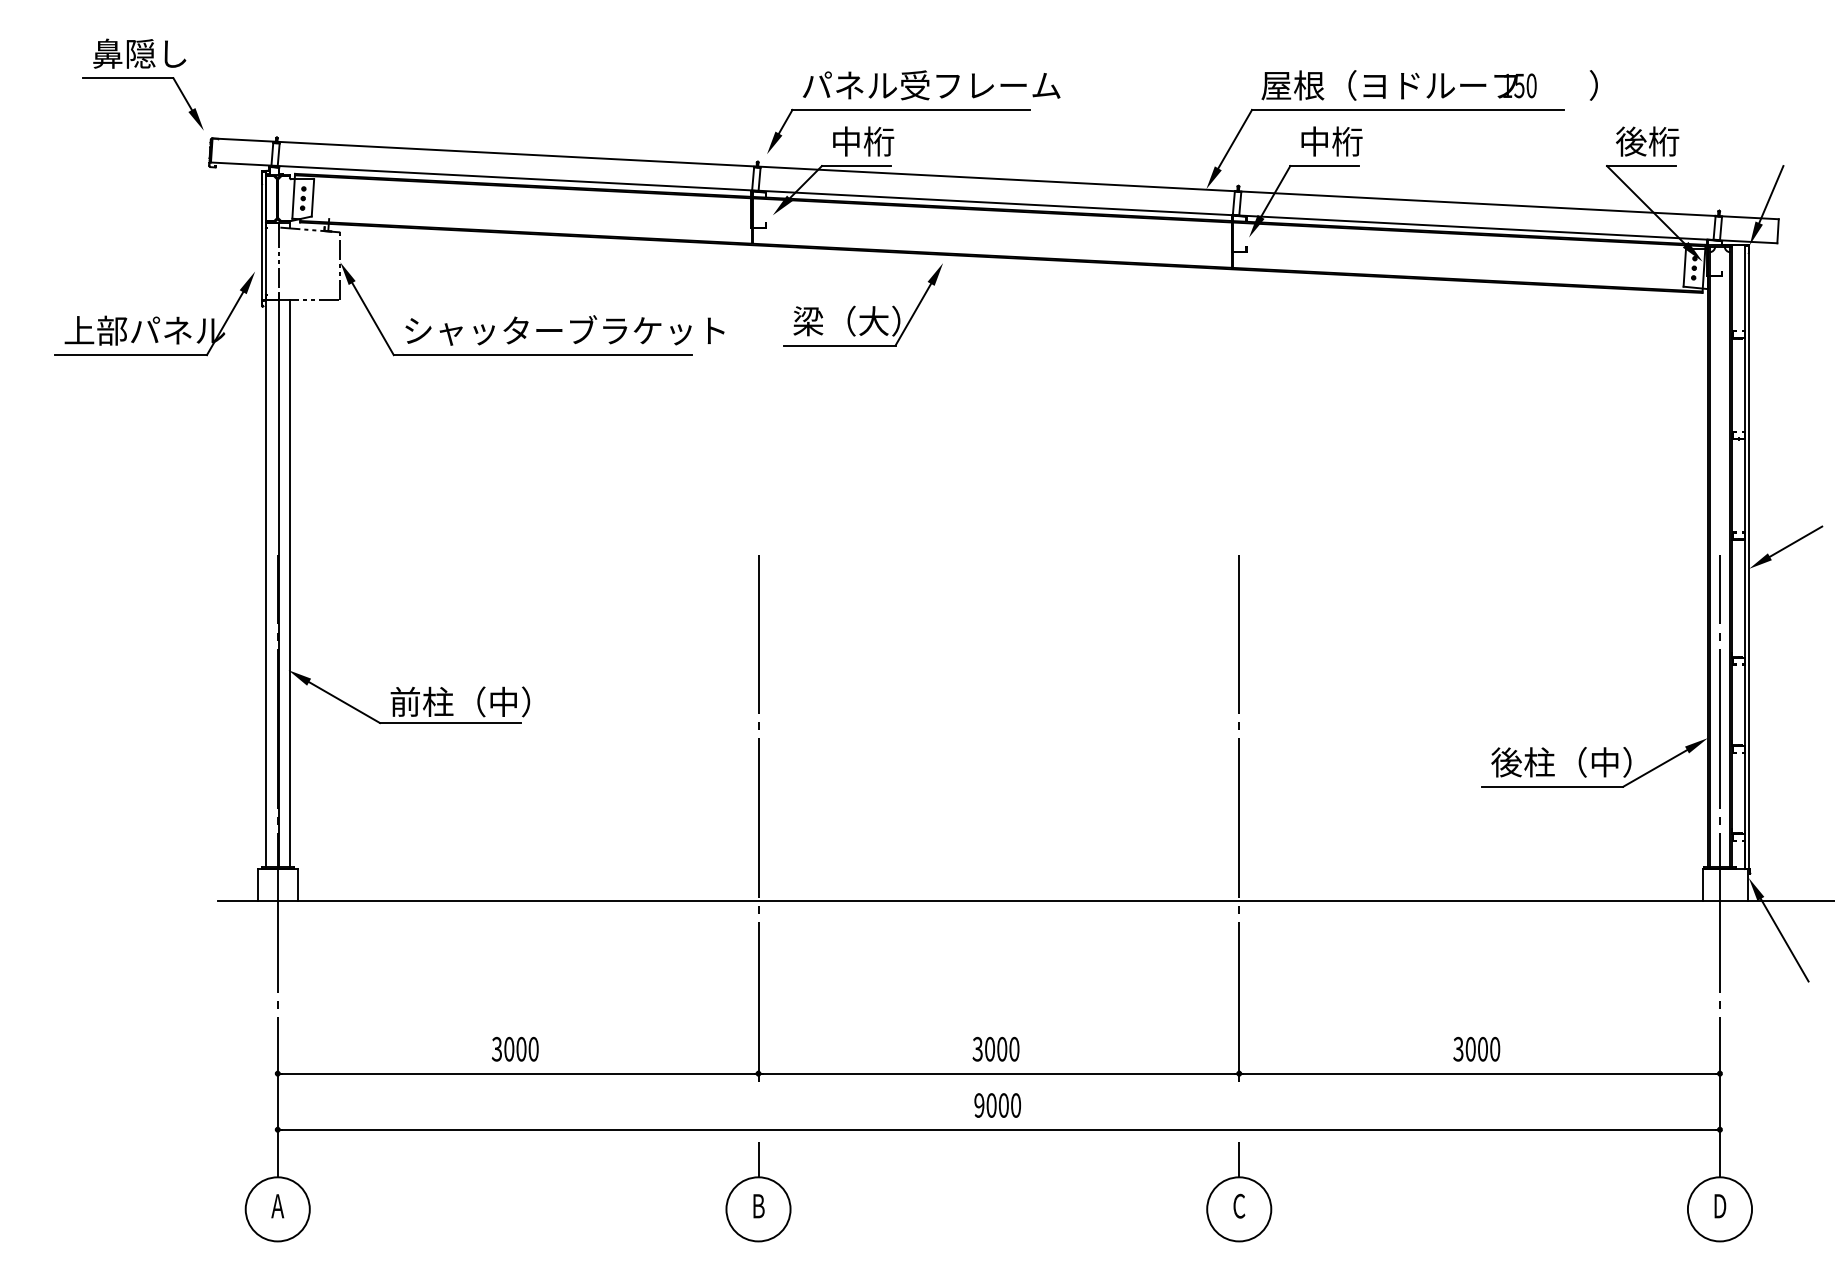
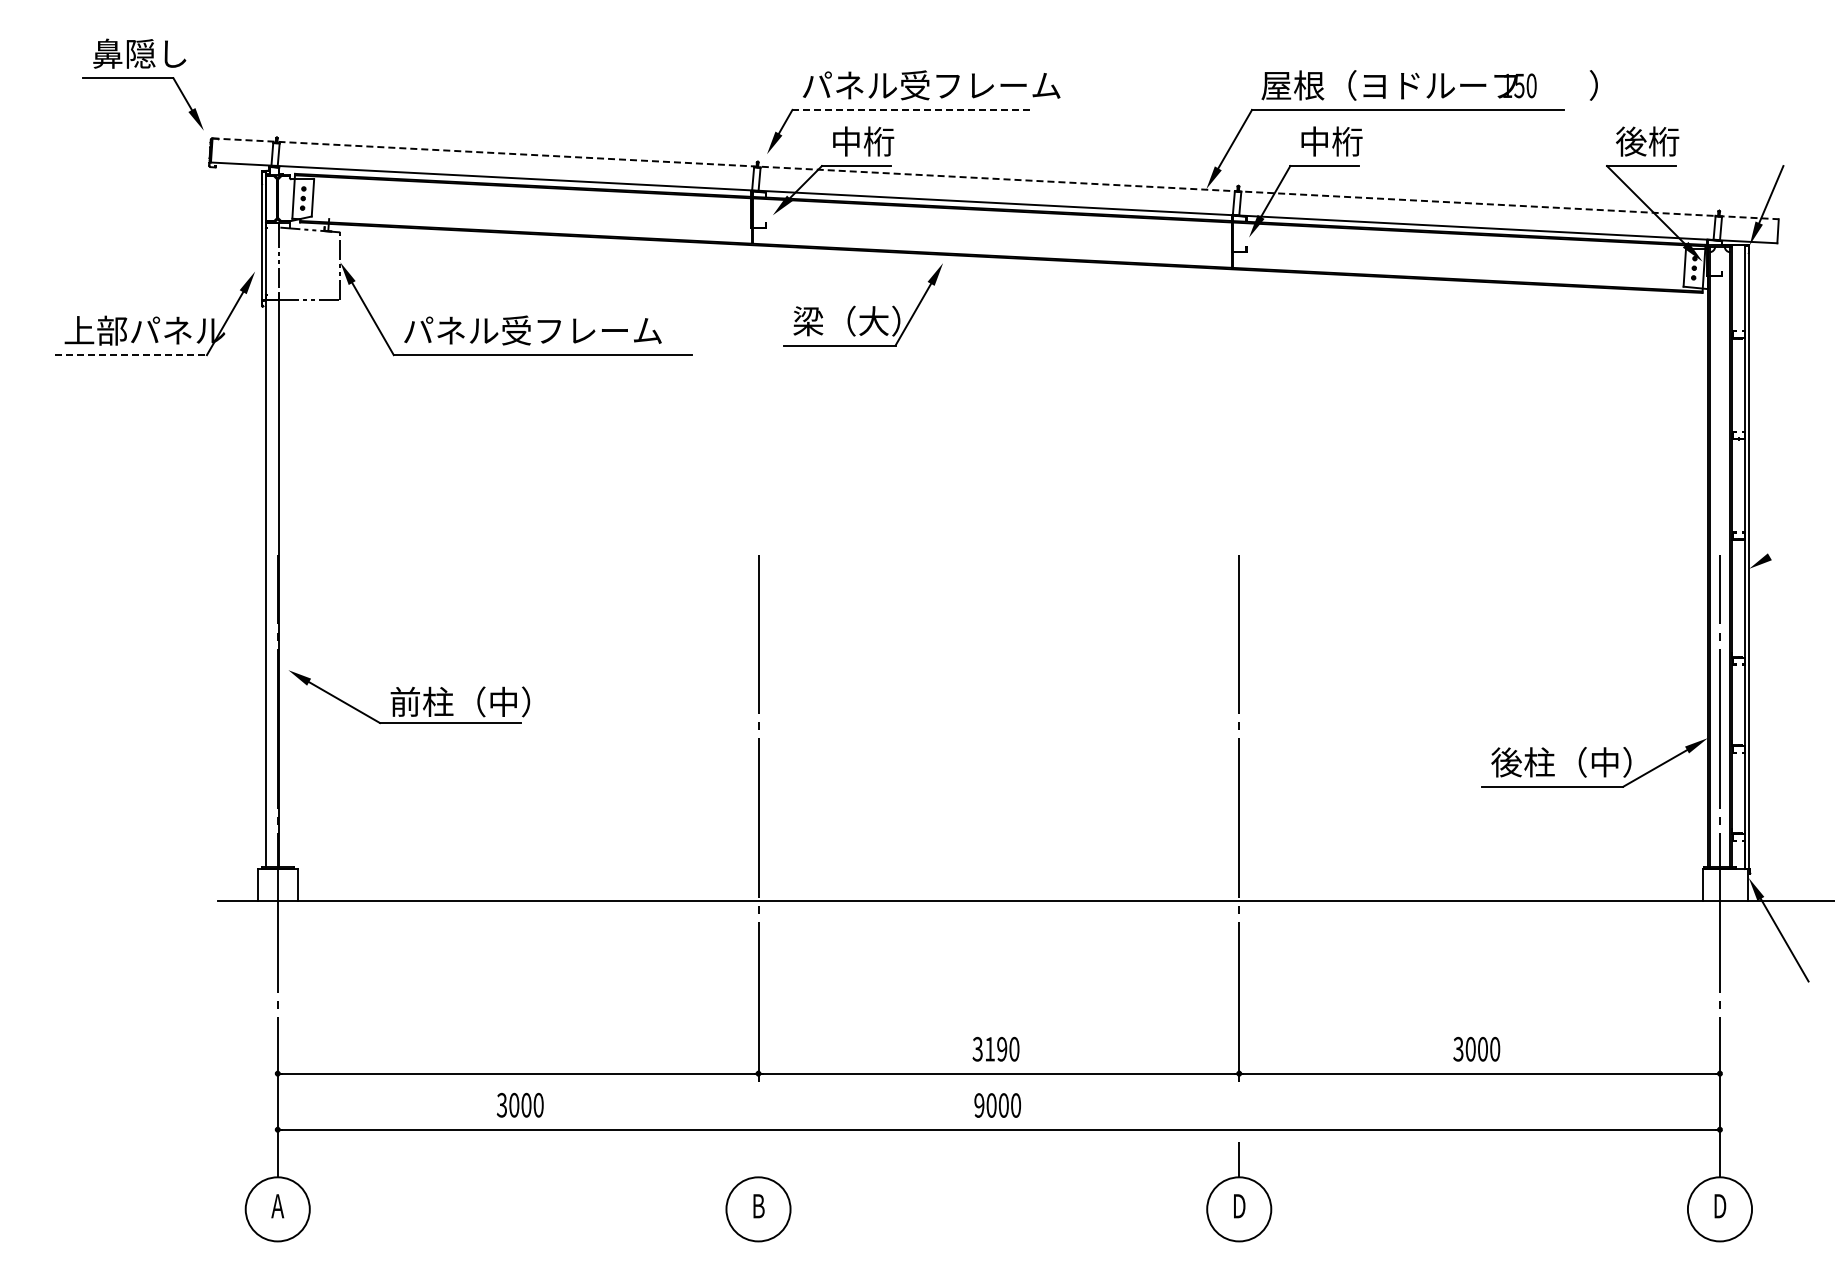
line at (911, 109): solid -> dashed
line at (996, 178): solid -> dashed
text at (564, 330): シャッターブラケット -> パネル受フレーム
line at (131, 355): solid -> dashed
line at (1795, 541): present -> none
line at (289, 583): present -> none
text at (514, 1048) position: (514, 1048) -> (519, 1104)
text at (996, 1048): 3000 -> 3190
line at (758, 1159): present -> none
text at (1239, 1205): C -> D
